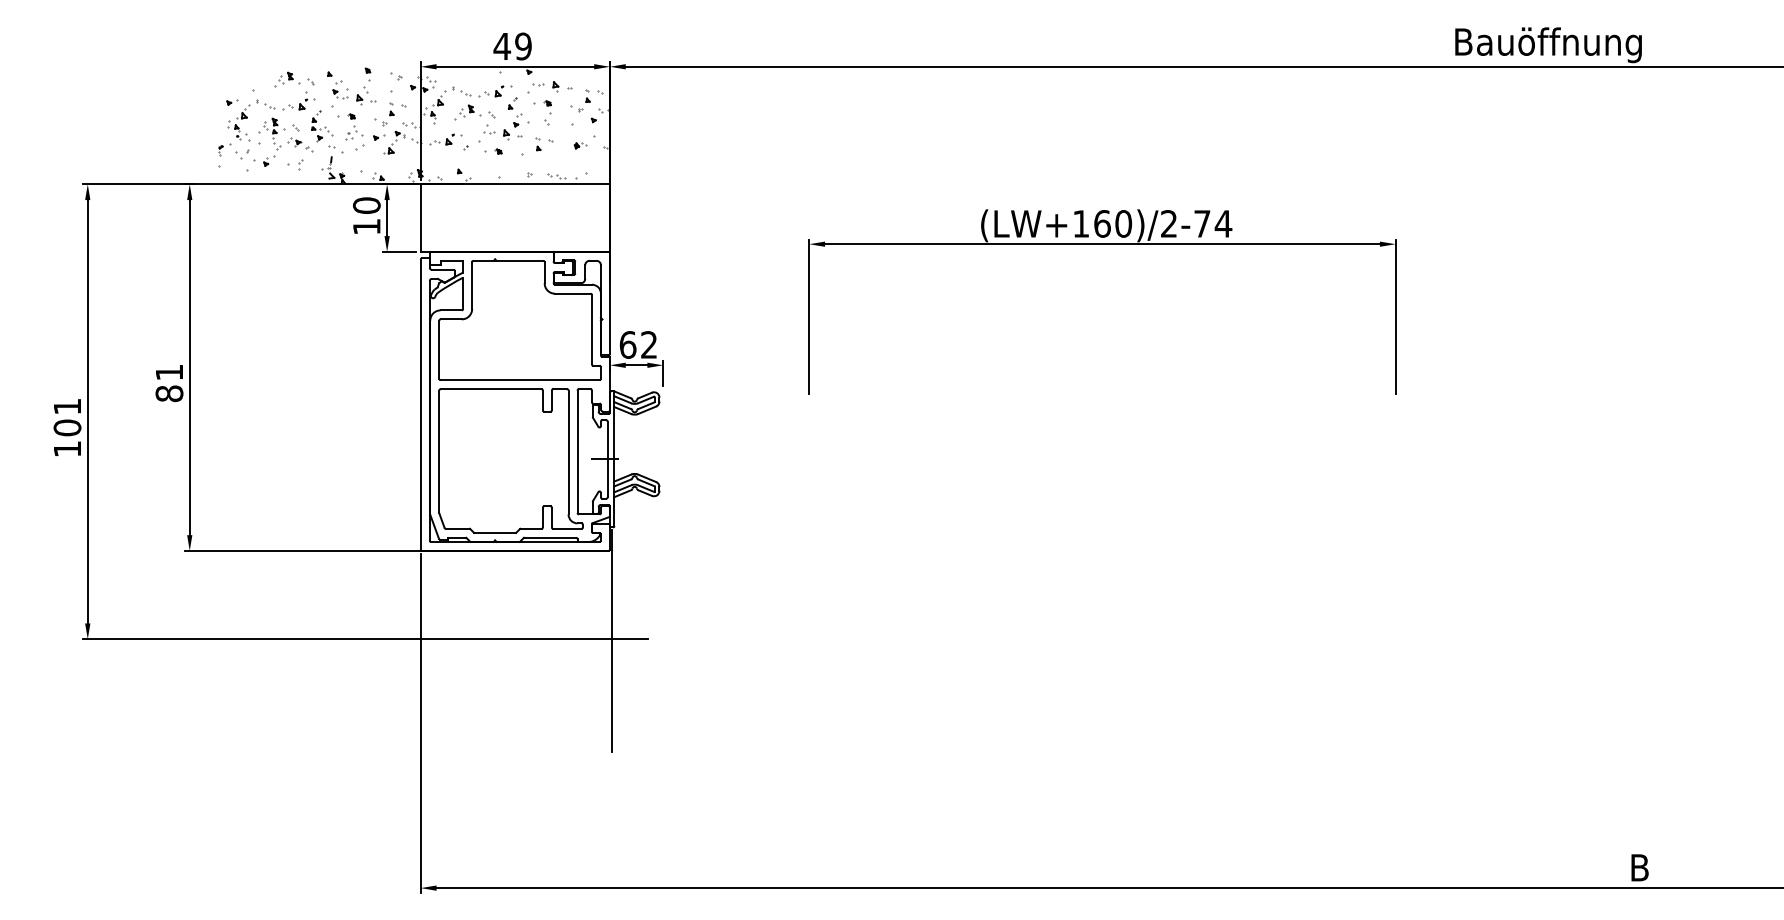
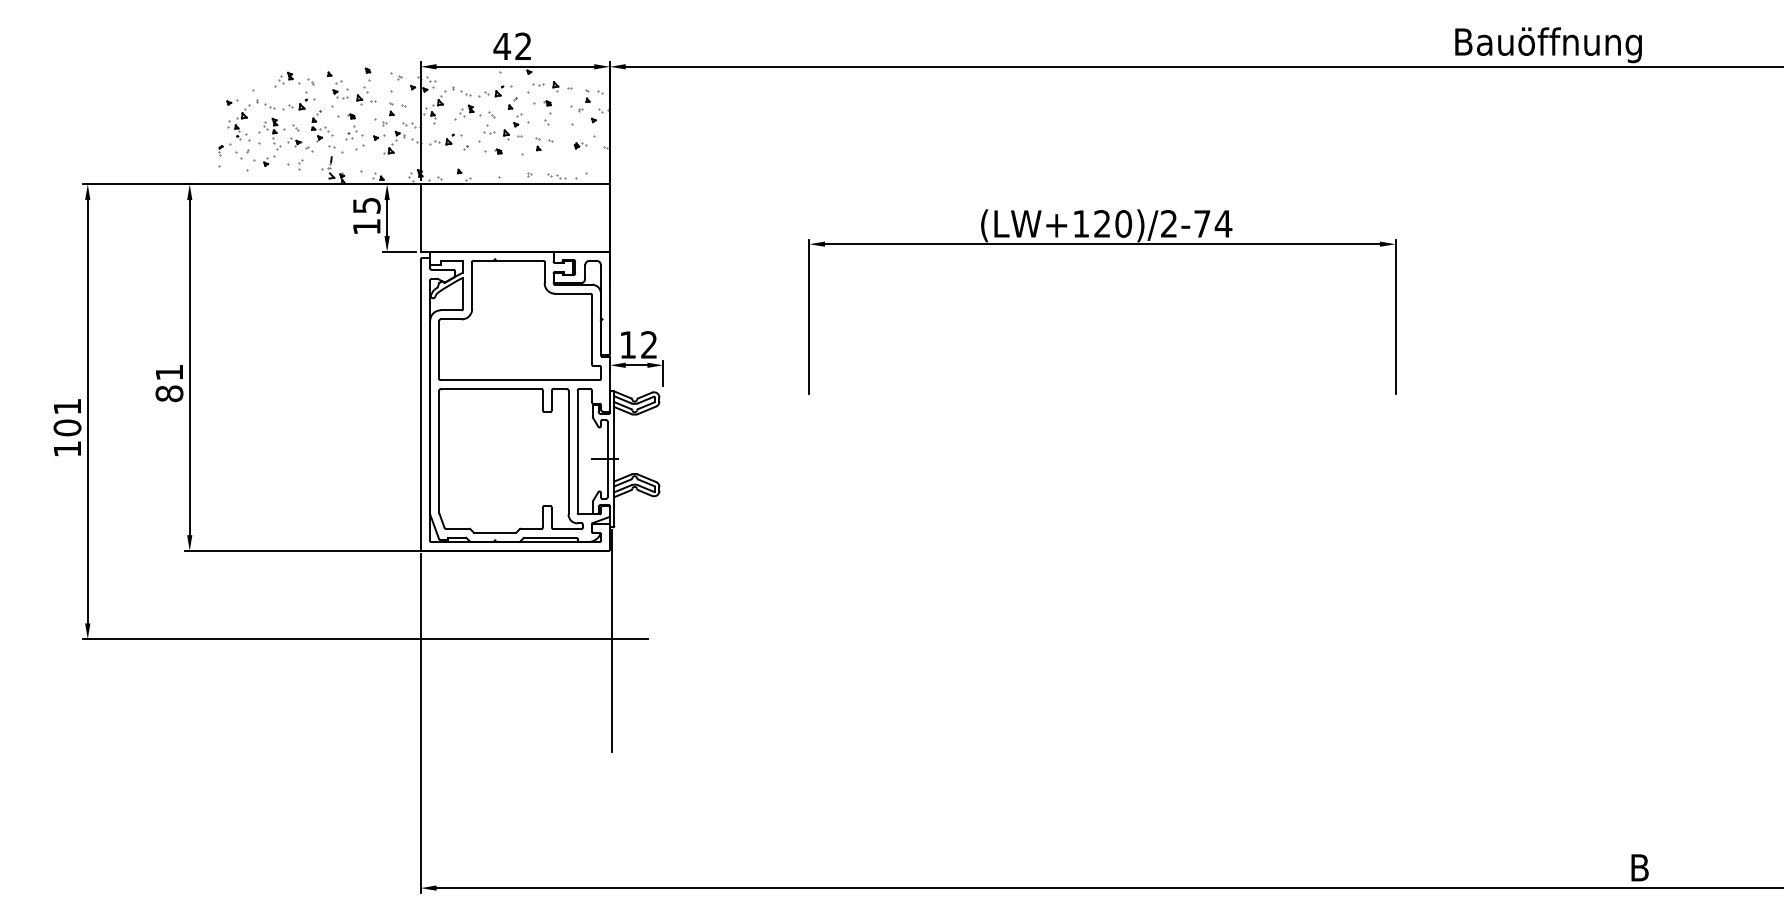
text at (523, 46): 49 -> 42
text at (366, 205): 10 -> 15
text at (1102, 223): (LW+160)/2-74 -> (LW+120)/2-74
text at (627, 344): 62 -> 12
